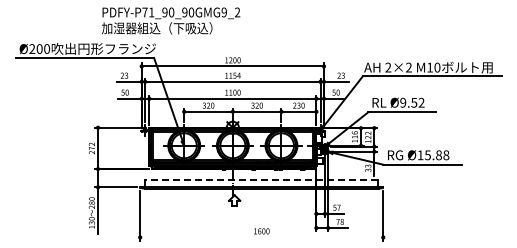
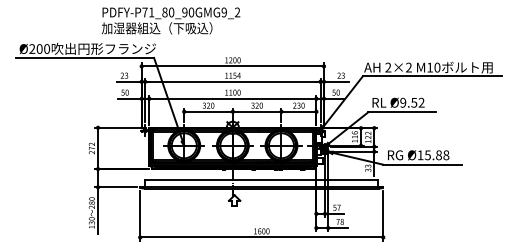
text at (164, 12): PDFY-P71_90_90GMG9_2 -> PDFY-P71_80_90GMG9_2
line at (261, 180): dashed -> solid
line at (261, 237): none -> present
